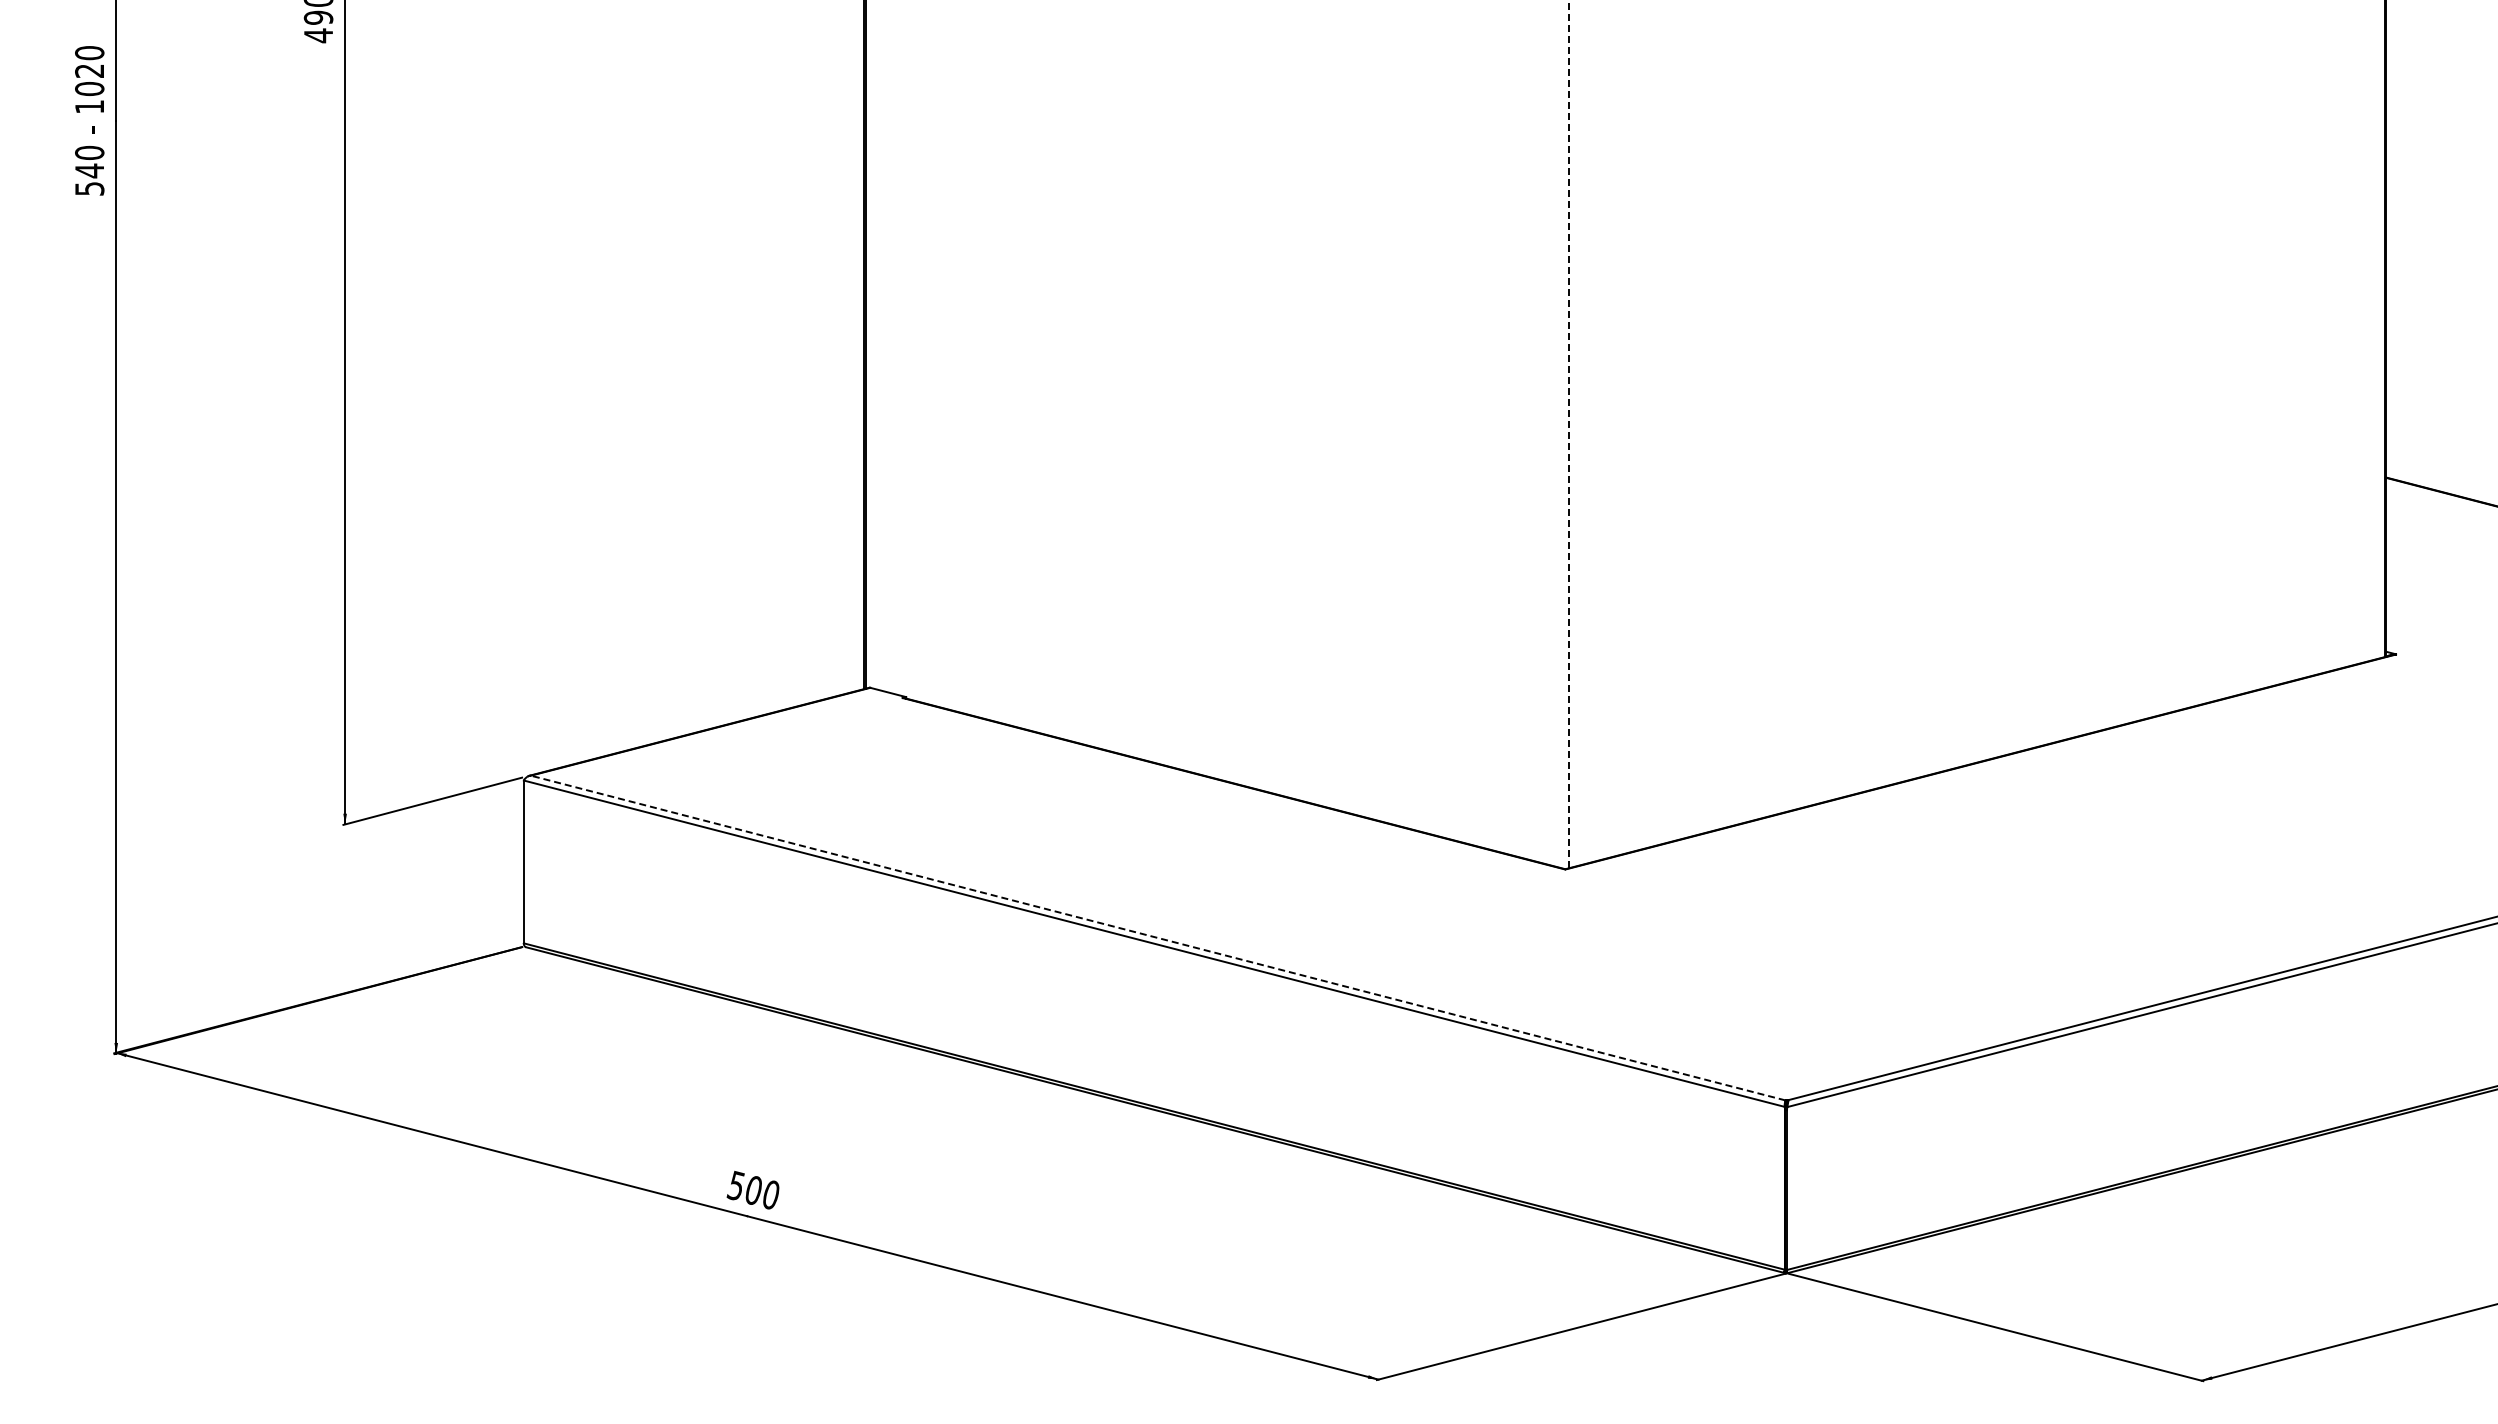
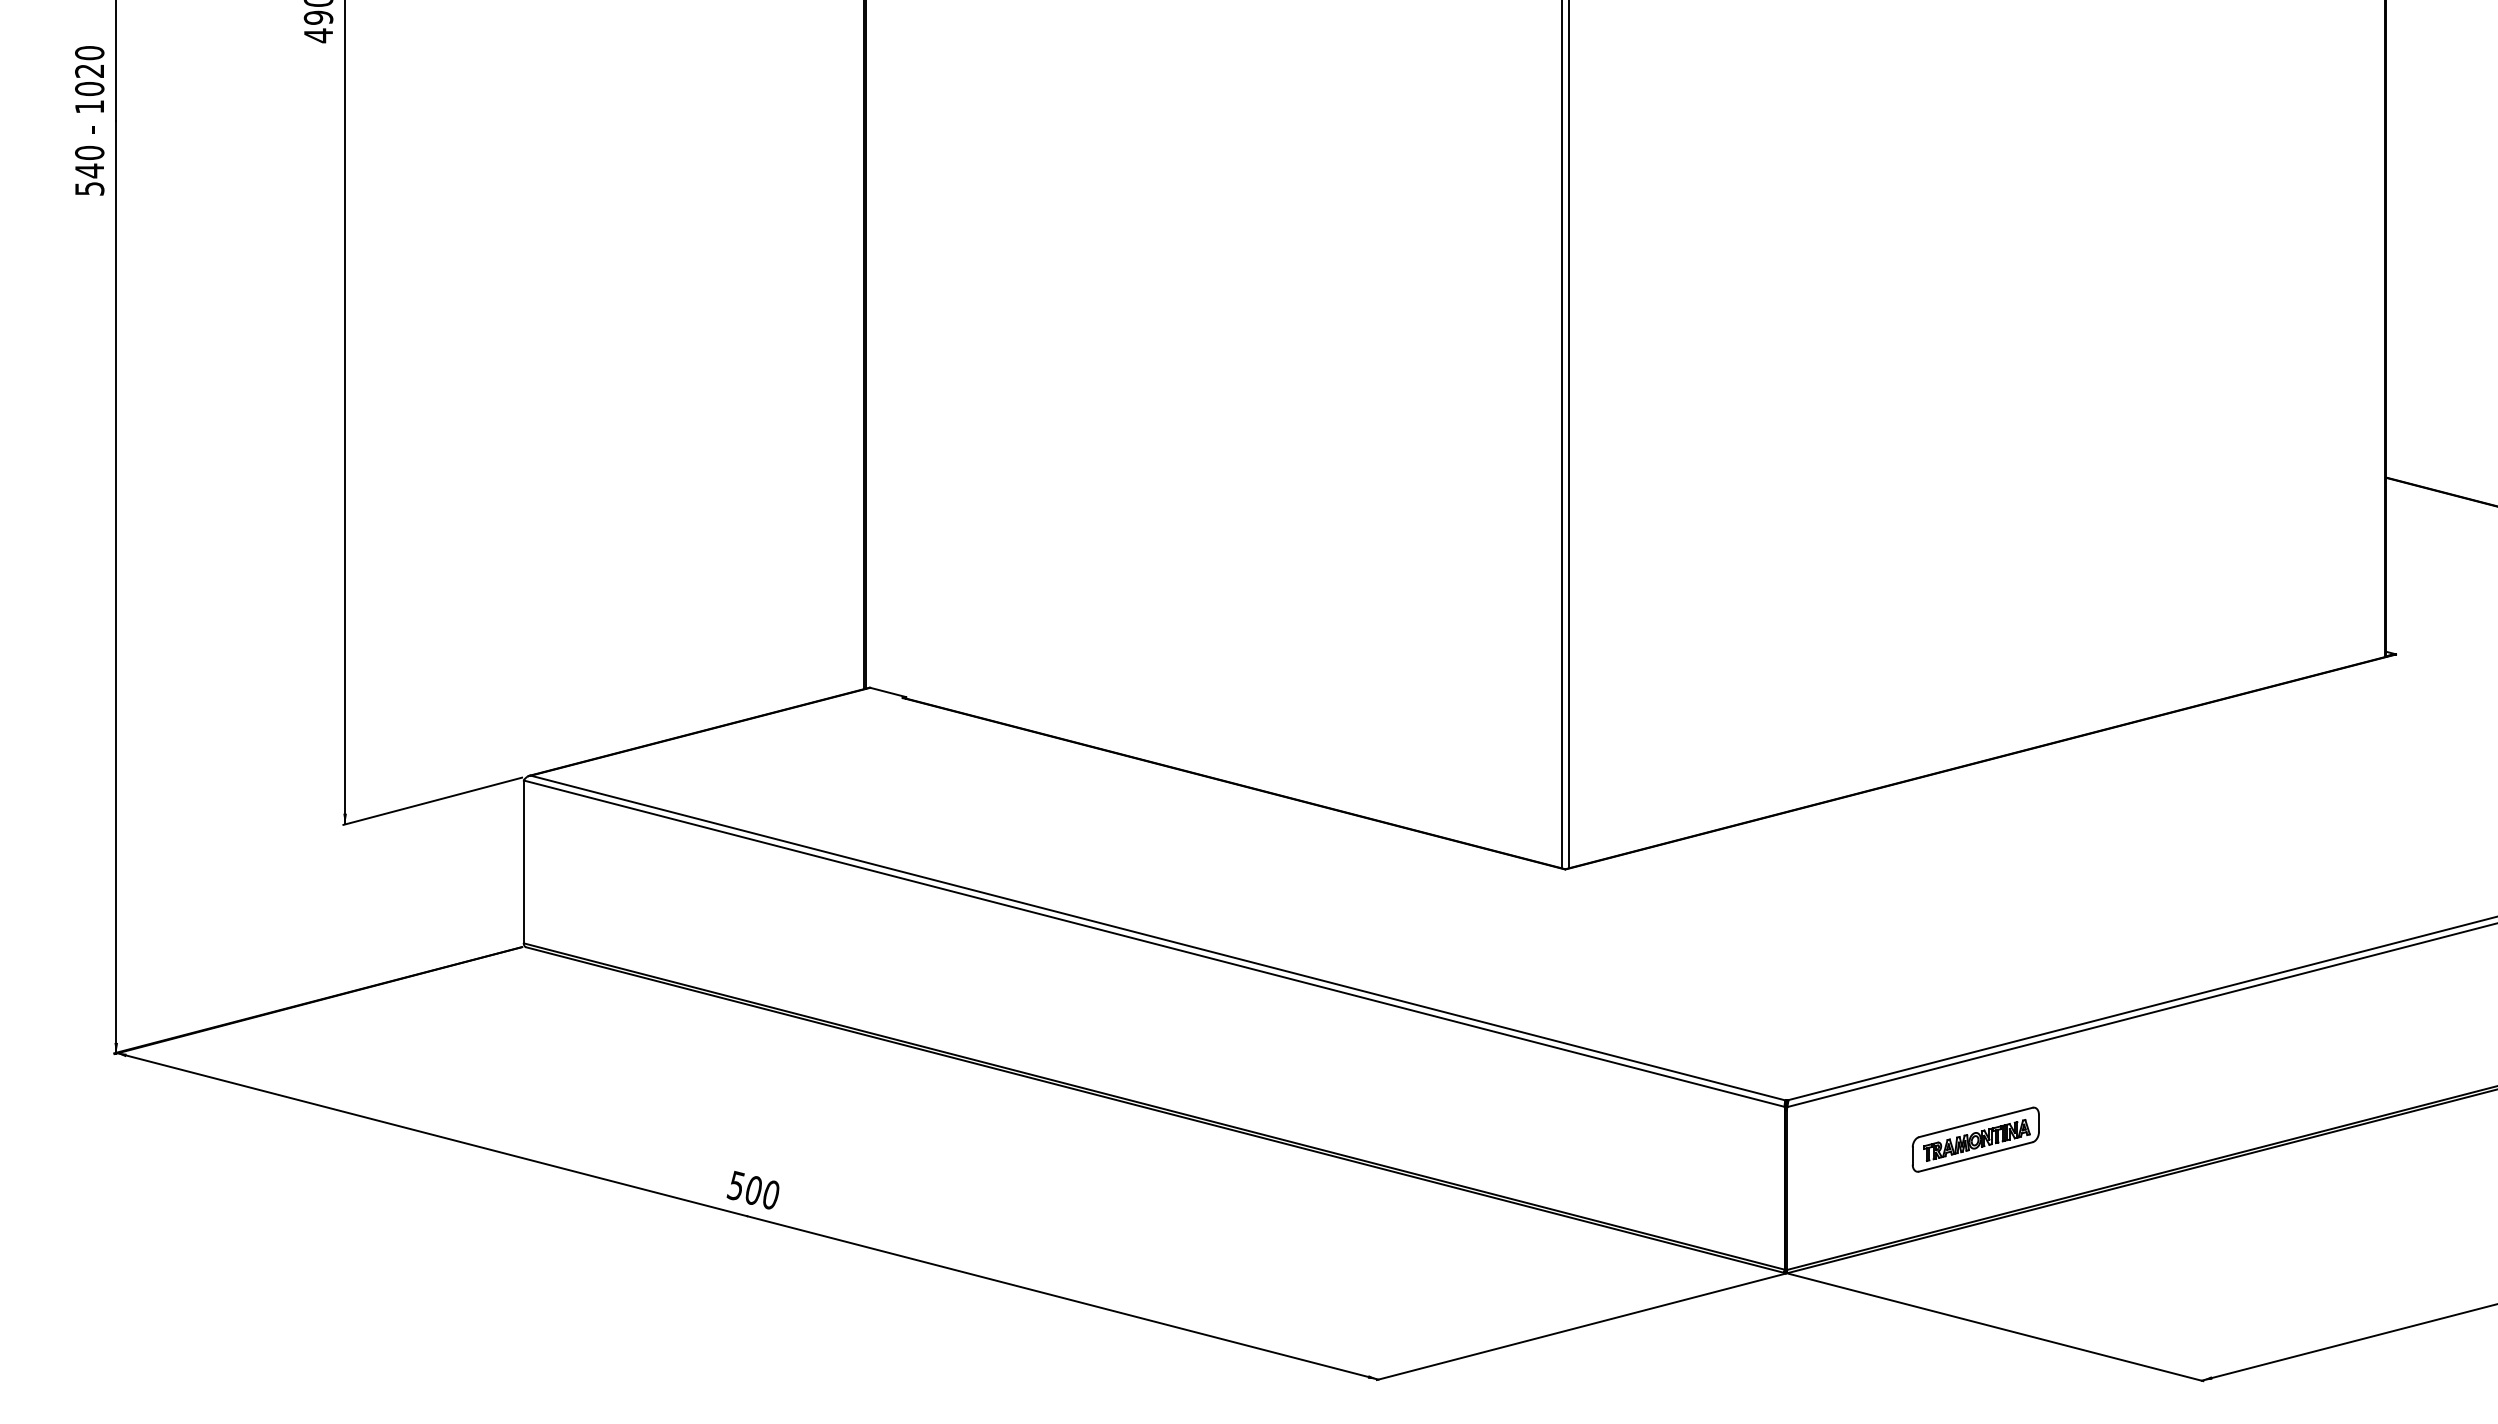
line at (1568, 434): dashed -> solid
line at (1561, 435): none -> present
line at (1158, 938): dashed -> solid
part at (1975, 1139): none -> present
